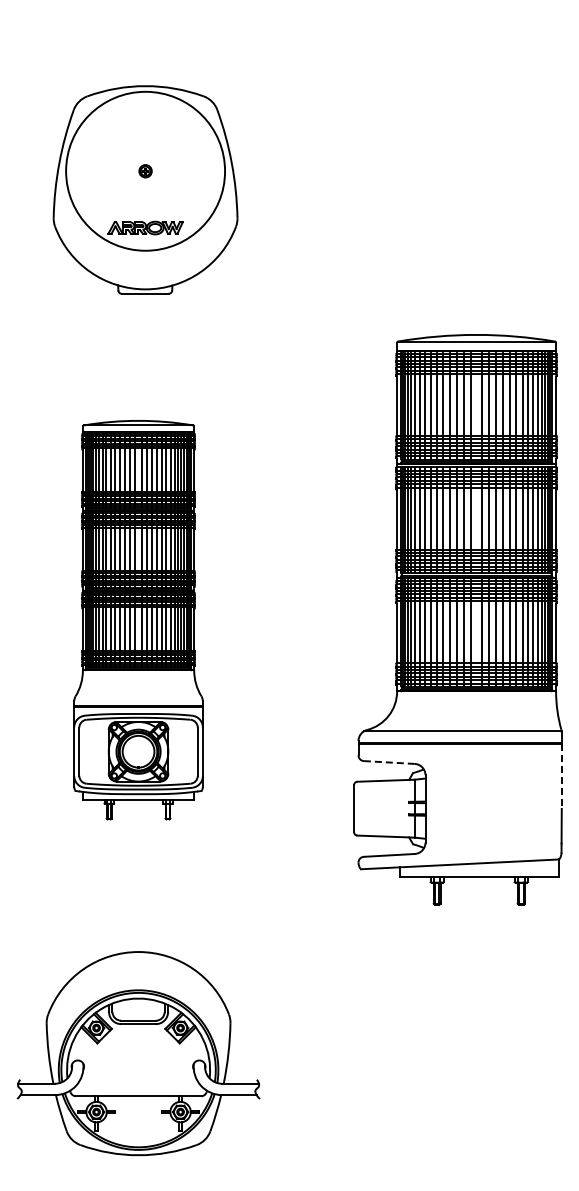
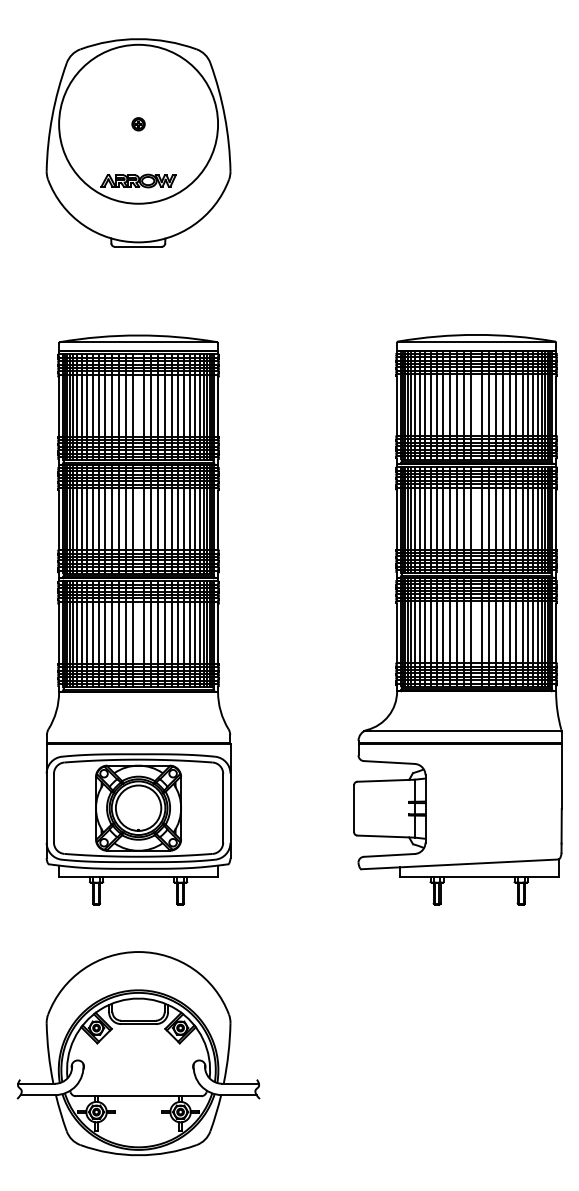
part at (145, 189) position: (145, 189) -> (138, 142)
part at (138, 620) size: 131x401 px -> 187x572 px
line at (389, 762): dashed -> solid
line at (561, 776): dashed -> solid
